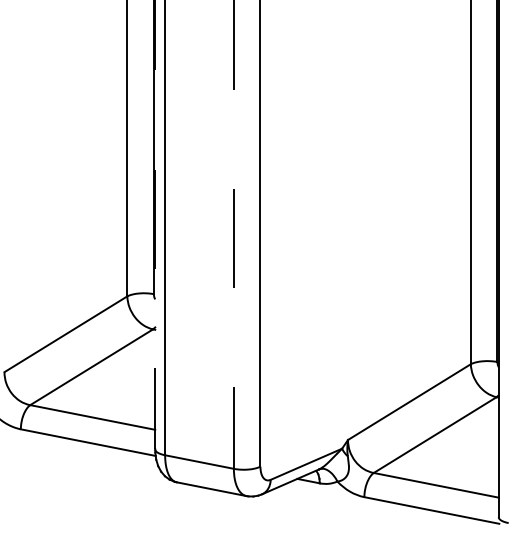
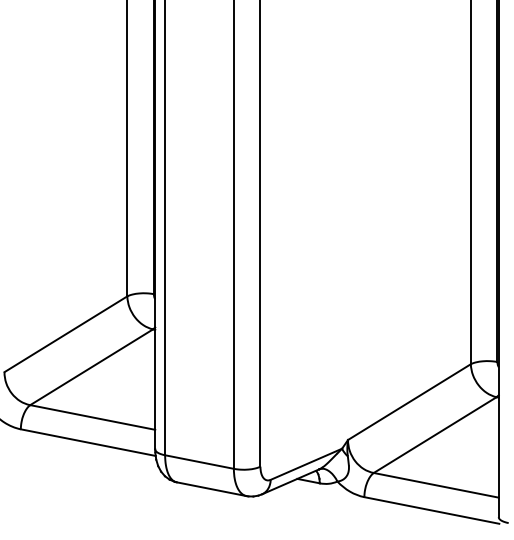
line at (155, 225): dashed -> solid
line at (233, 234): dashed -> solid
